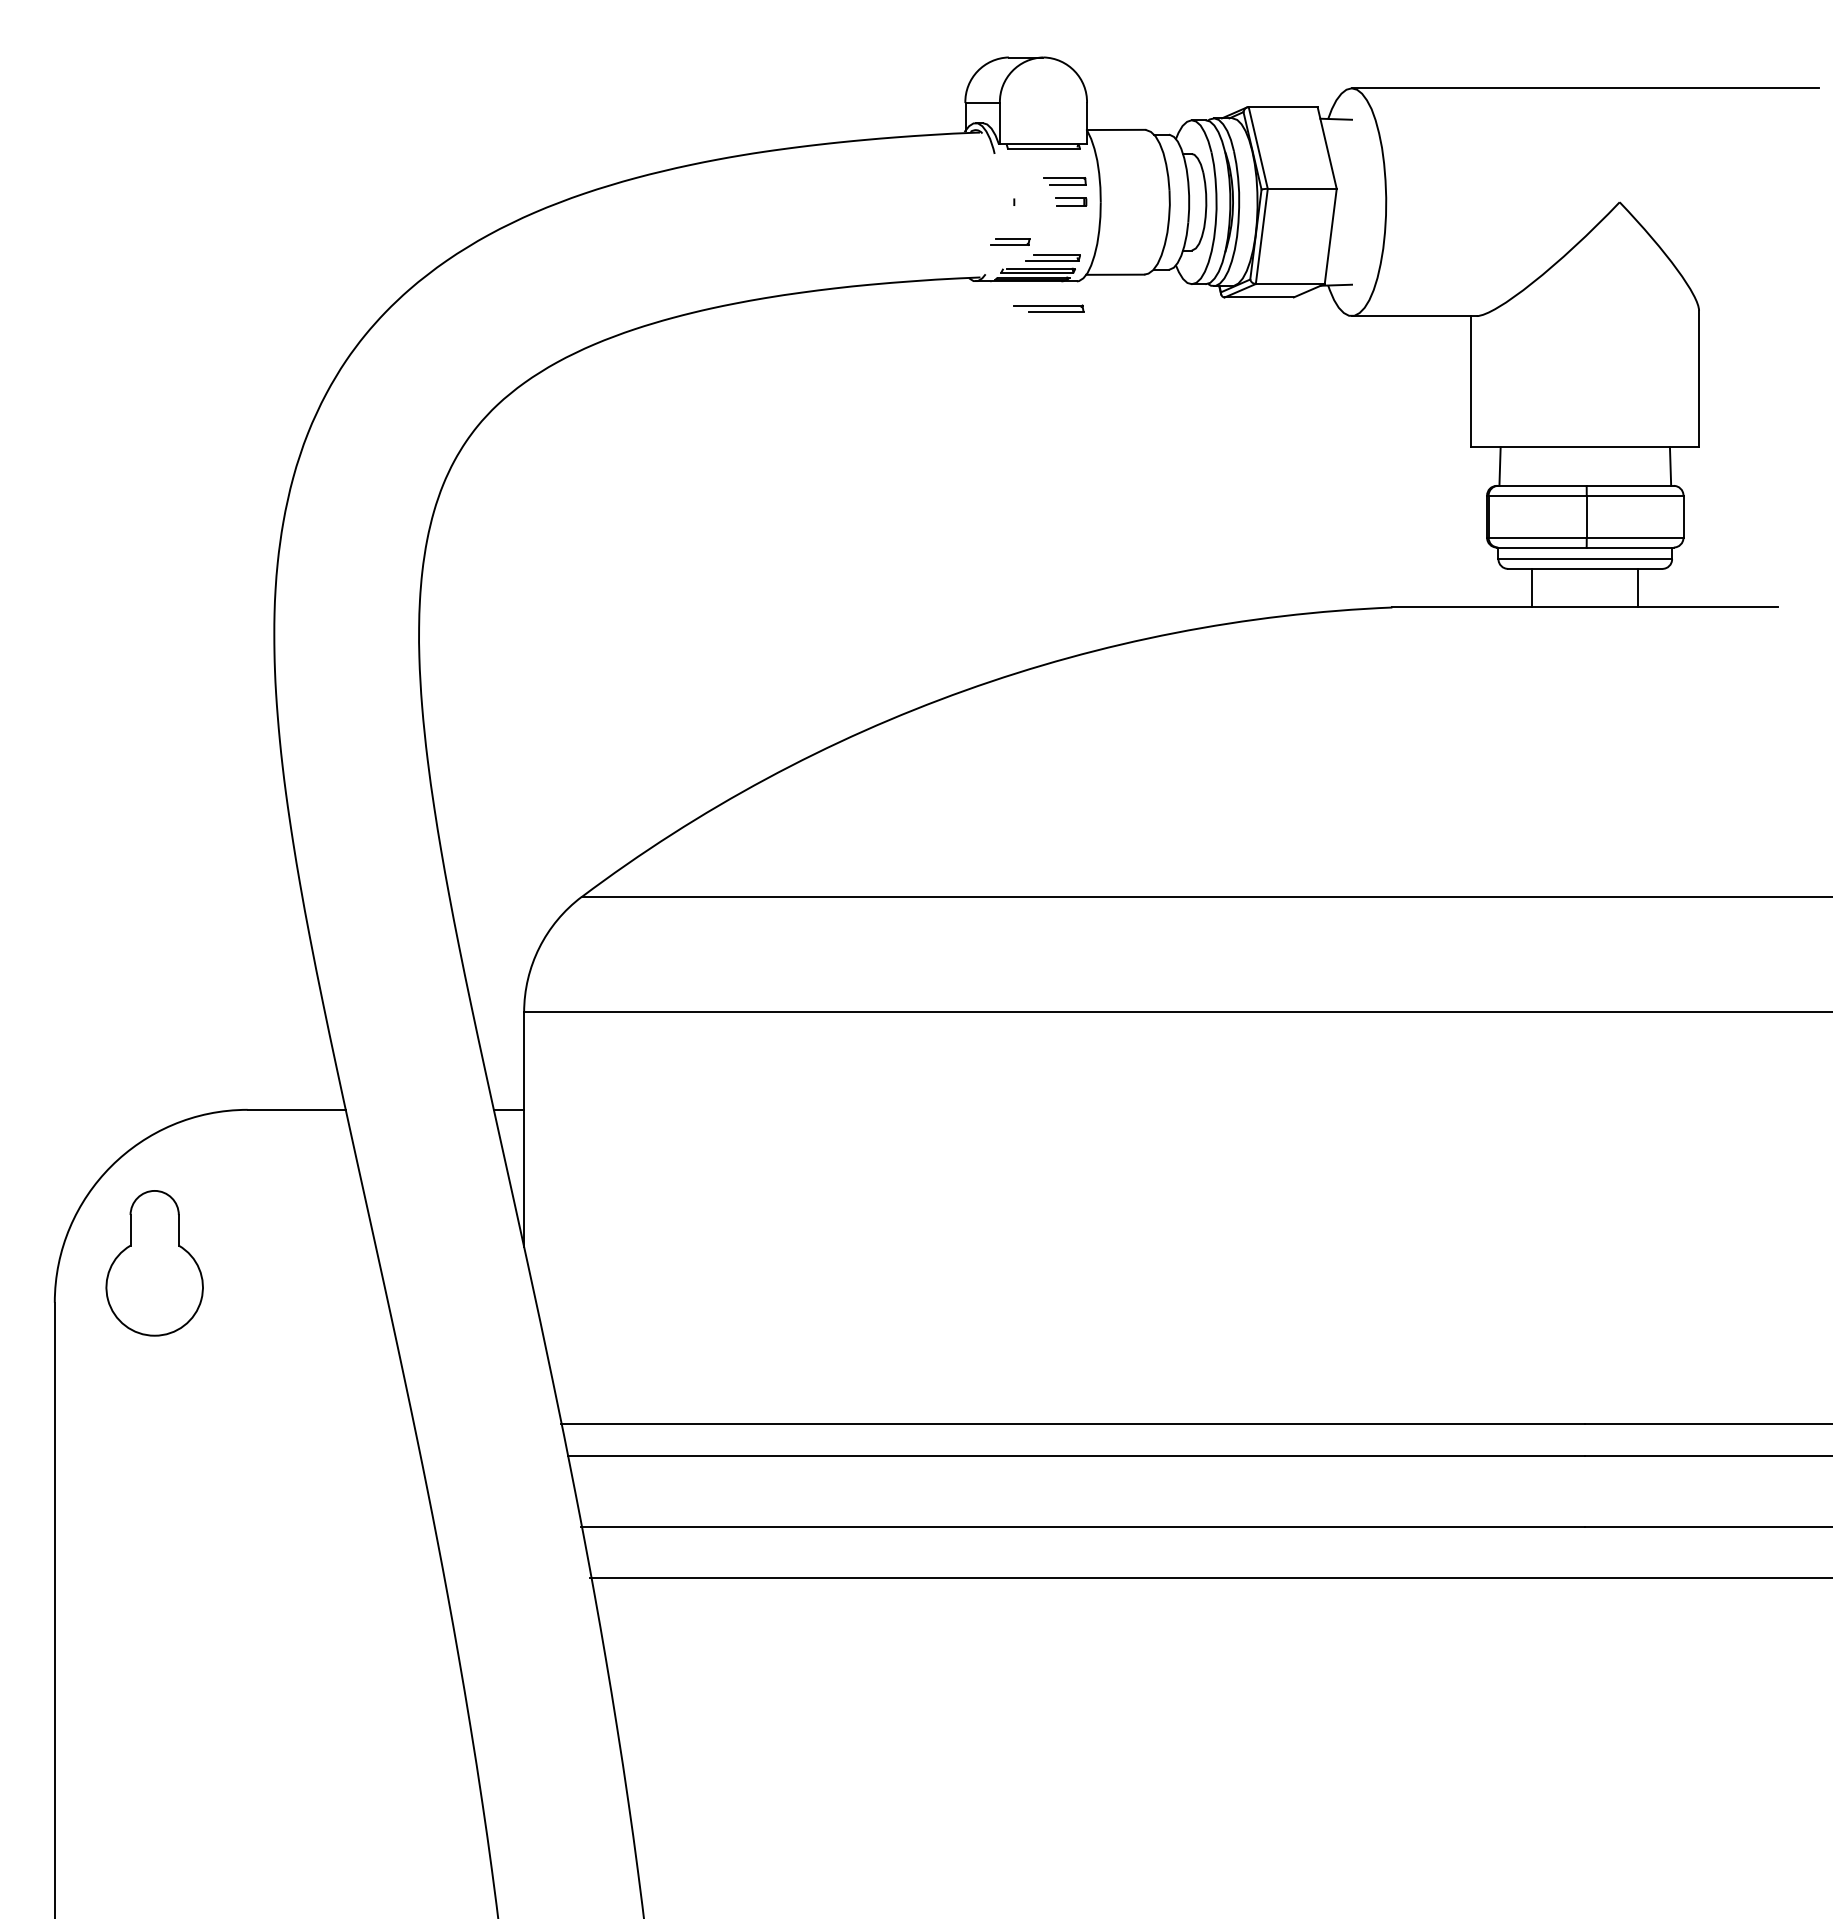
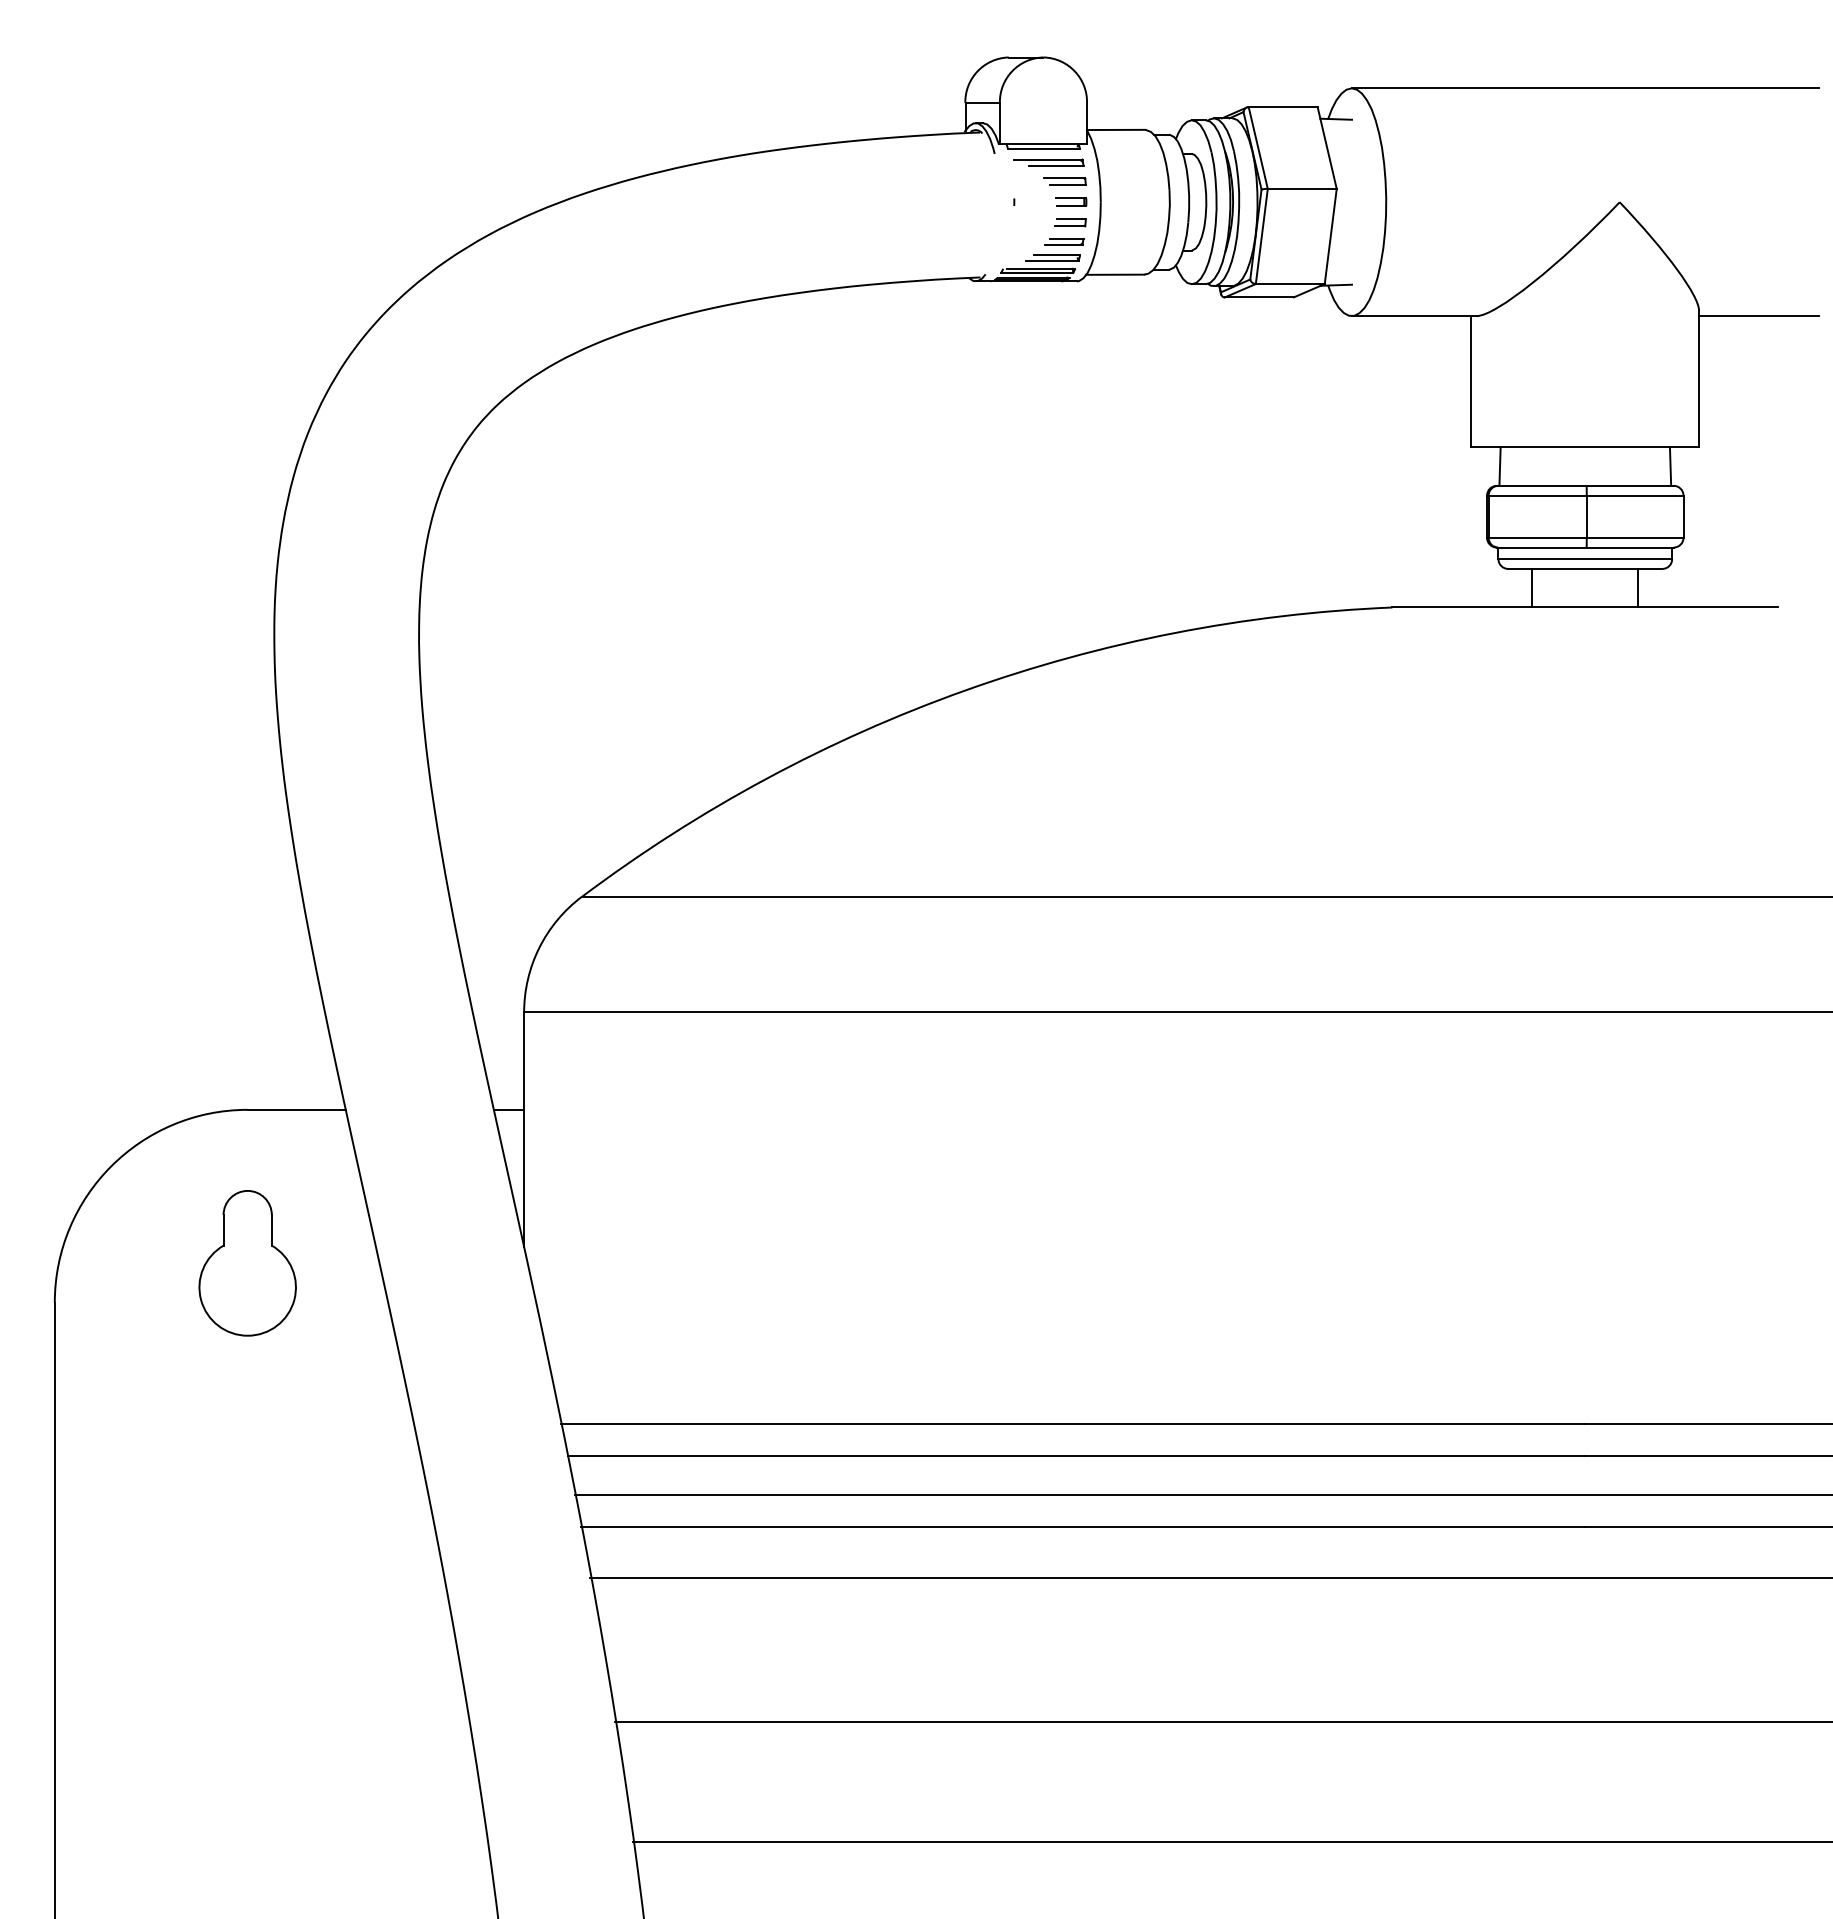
part at (1070, 222): none -> present
part at (1010, 241) position: (1010, 241) -> (1064, 241)
part at (1048, 308) position: (1048, 308) -> (1048, 162)
line at (1758, 316): none -> present
part at (154, 1263) position: (154, 1263) -> (247, 1263)
line at (1201, 1494): none -> present
line at (1222, 1722): none -> present
line at (1231, 1842): none -> present
